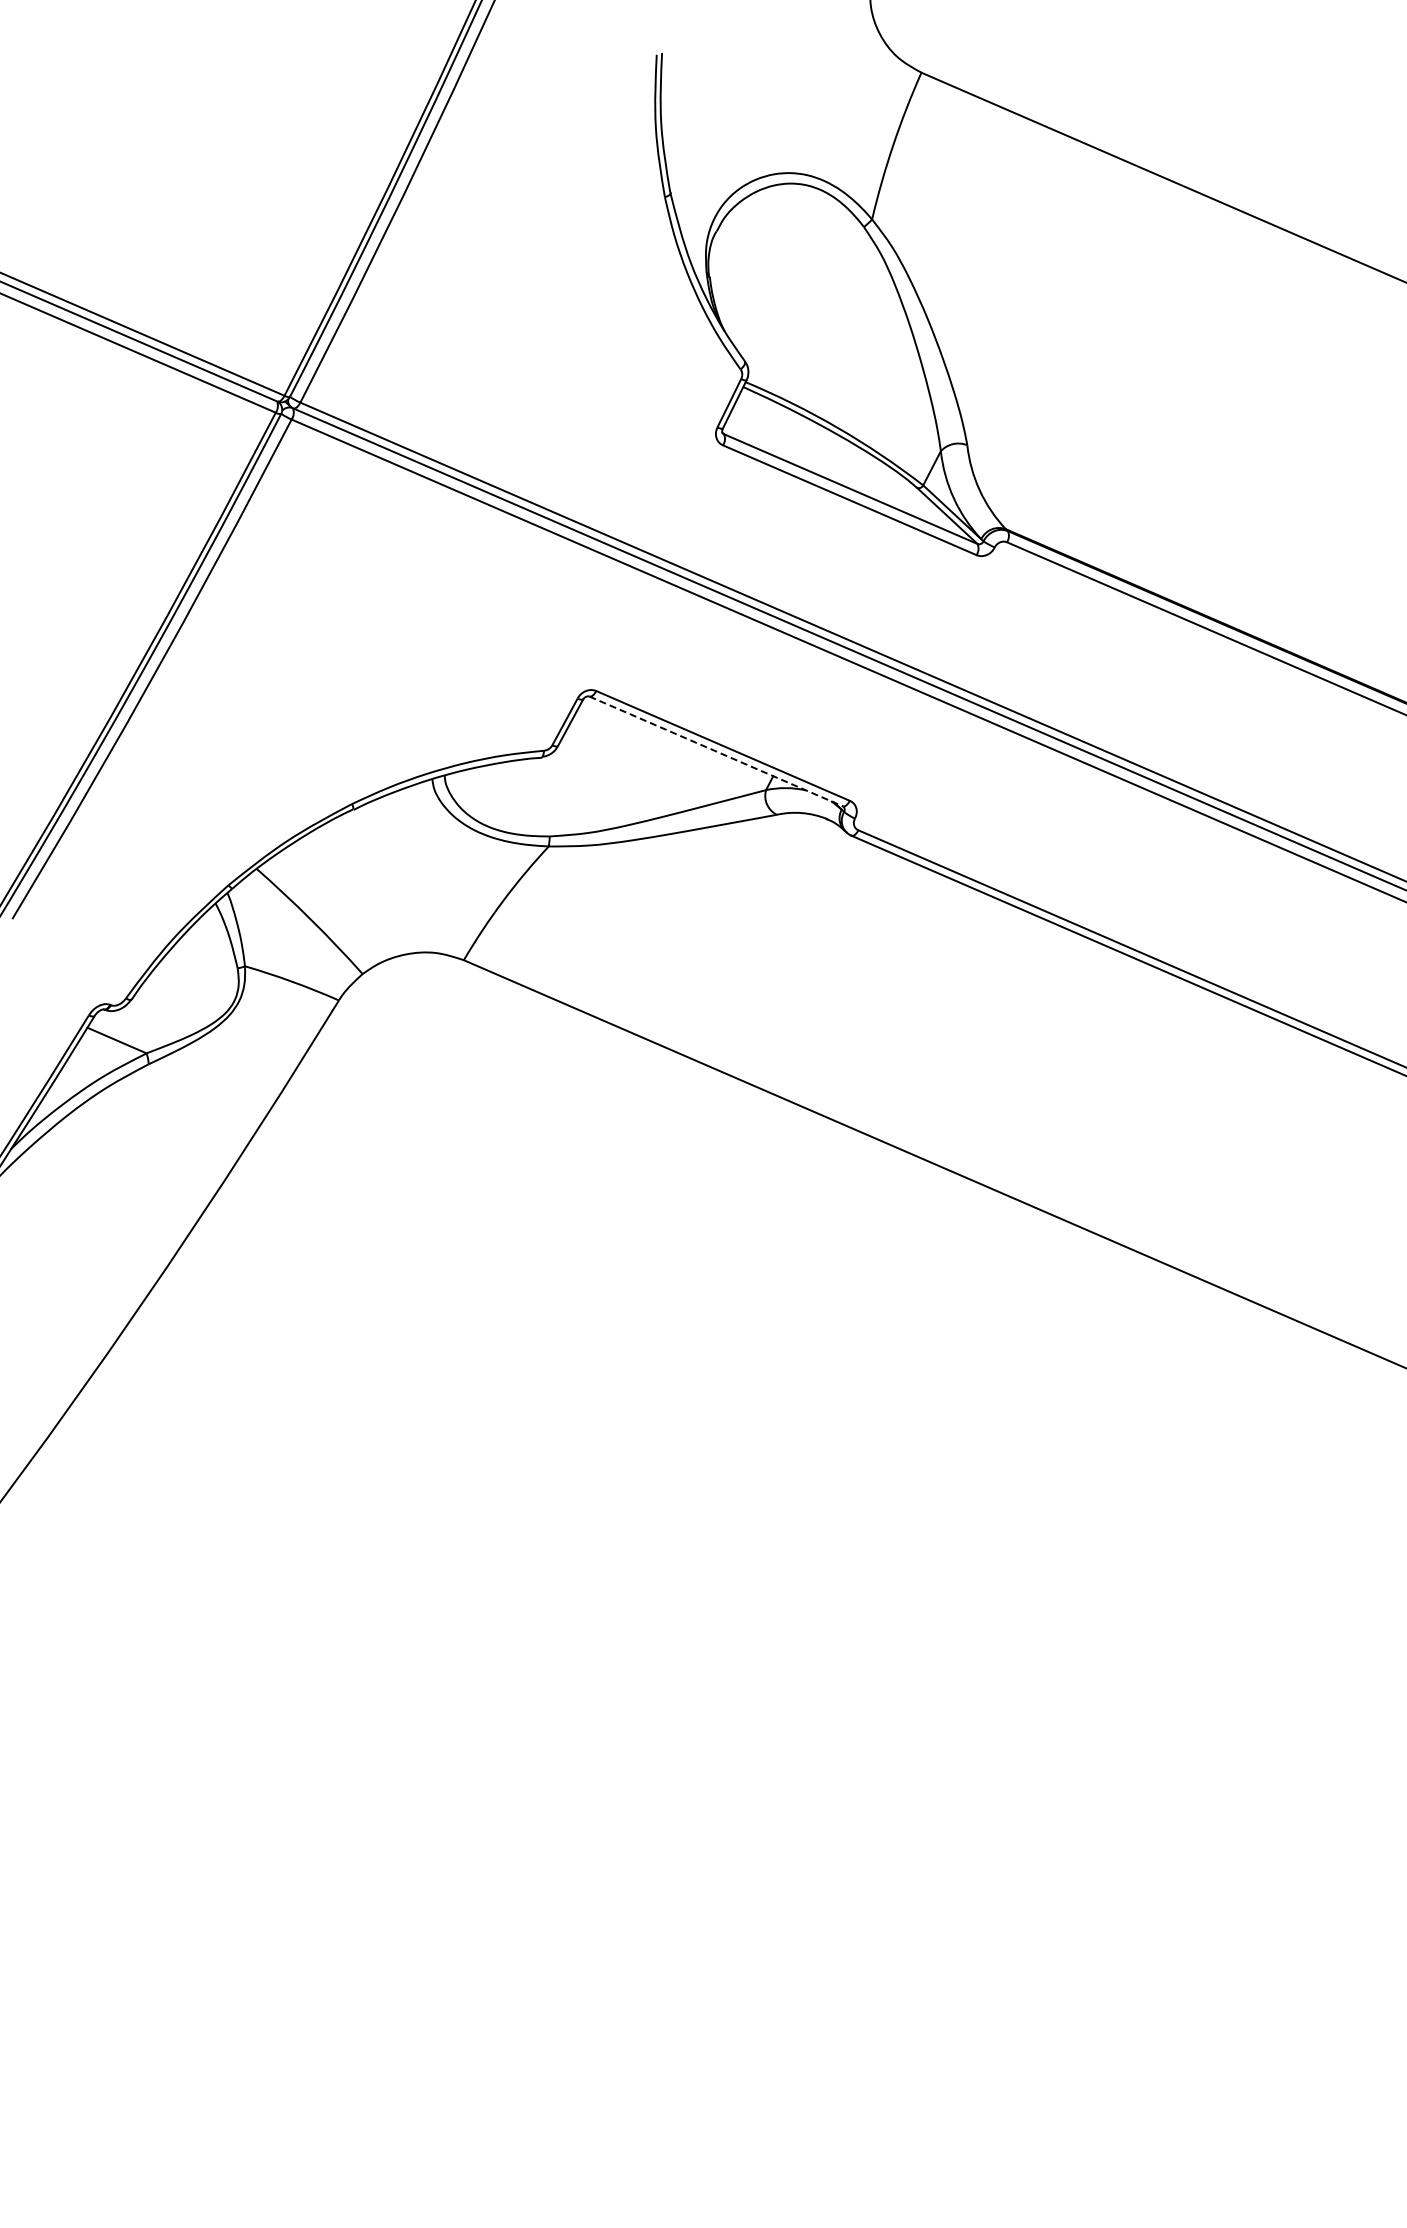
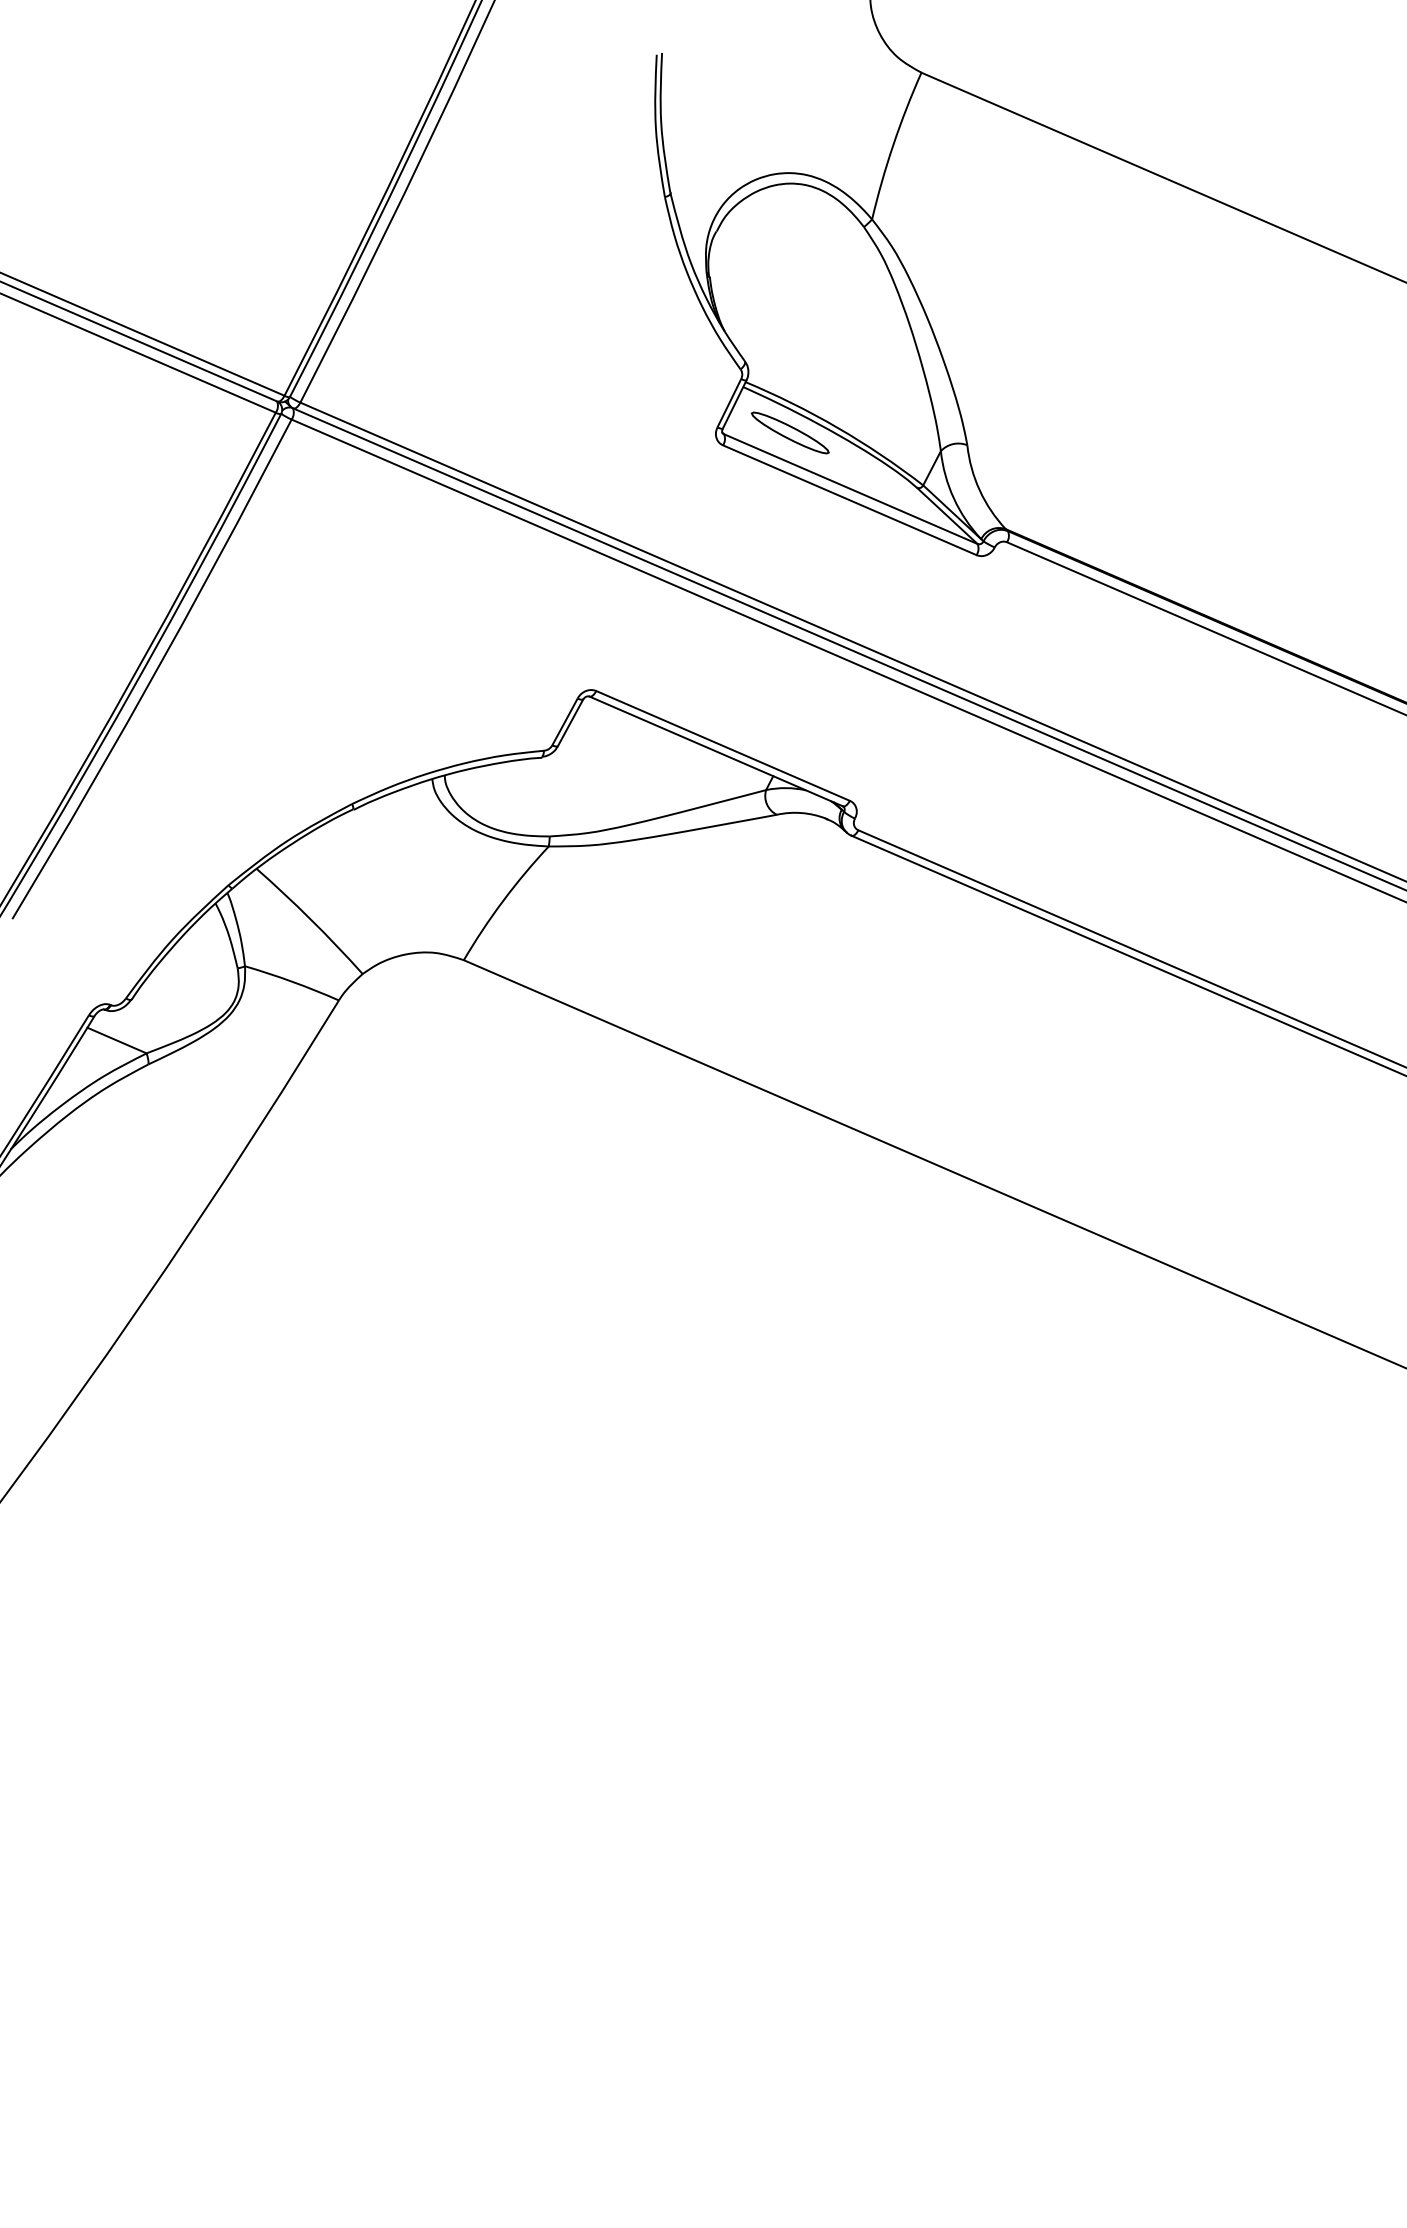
part at (789, 432): none -> present
line at (716, 751): dashed -> solid
